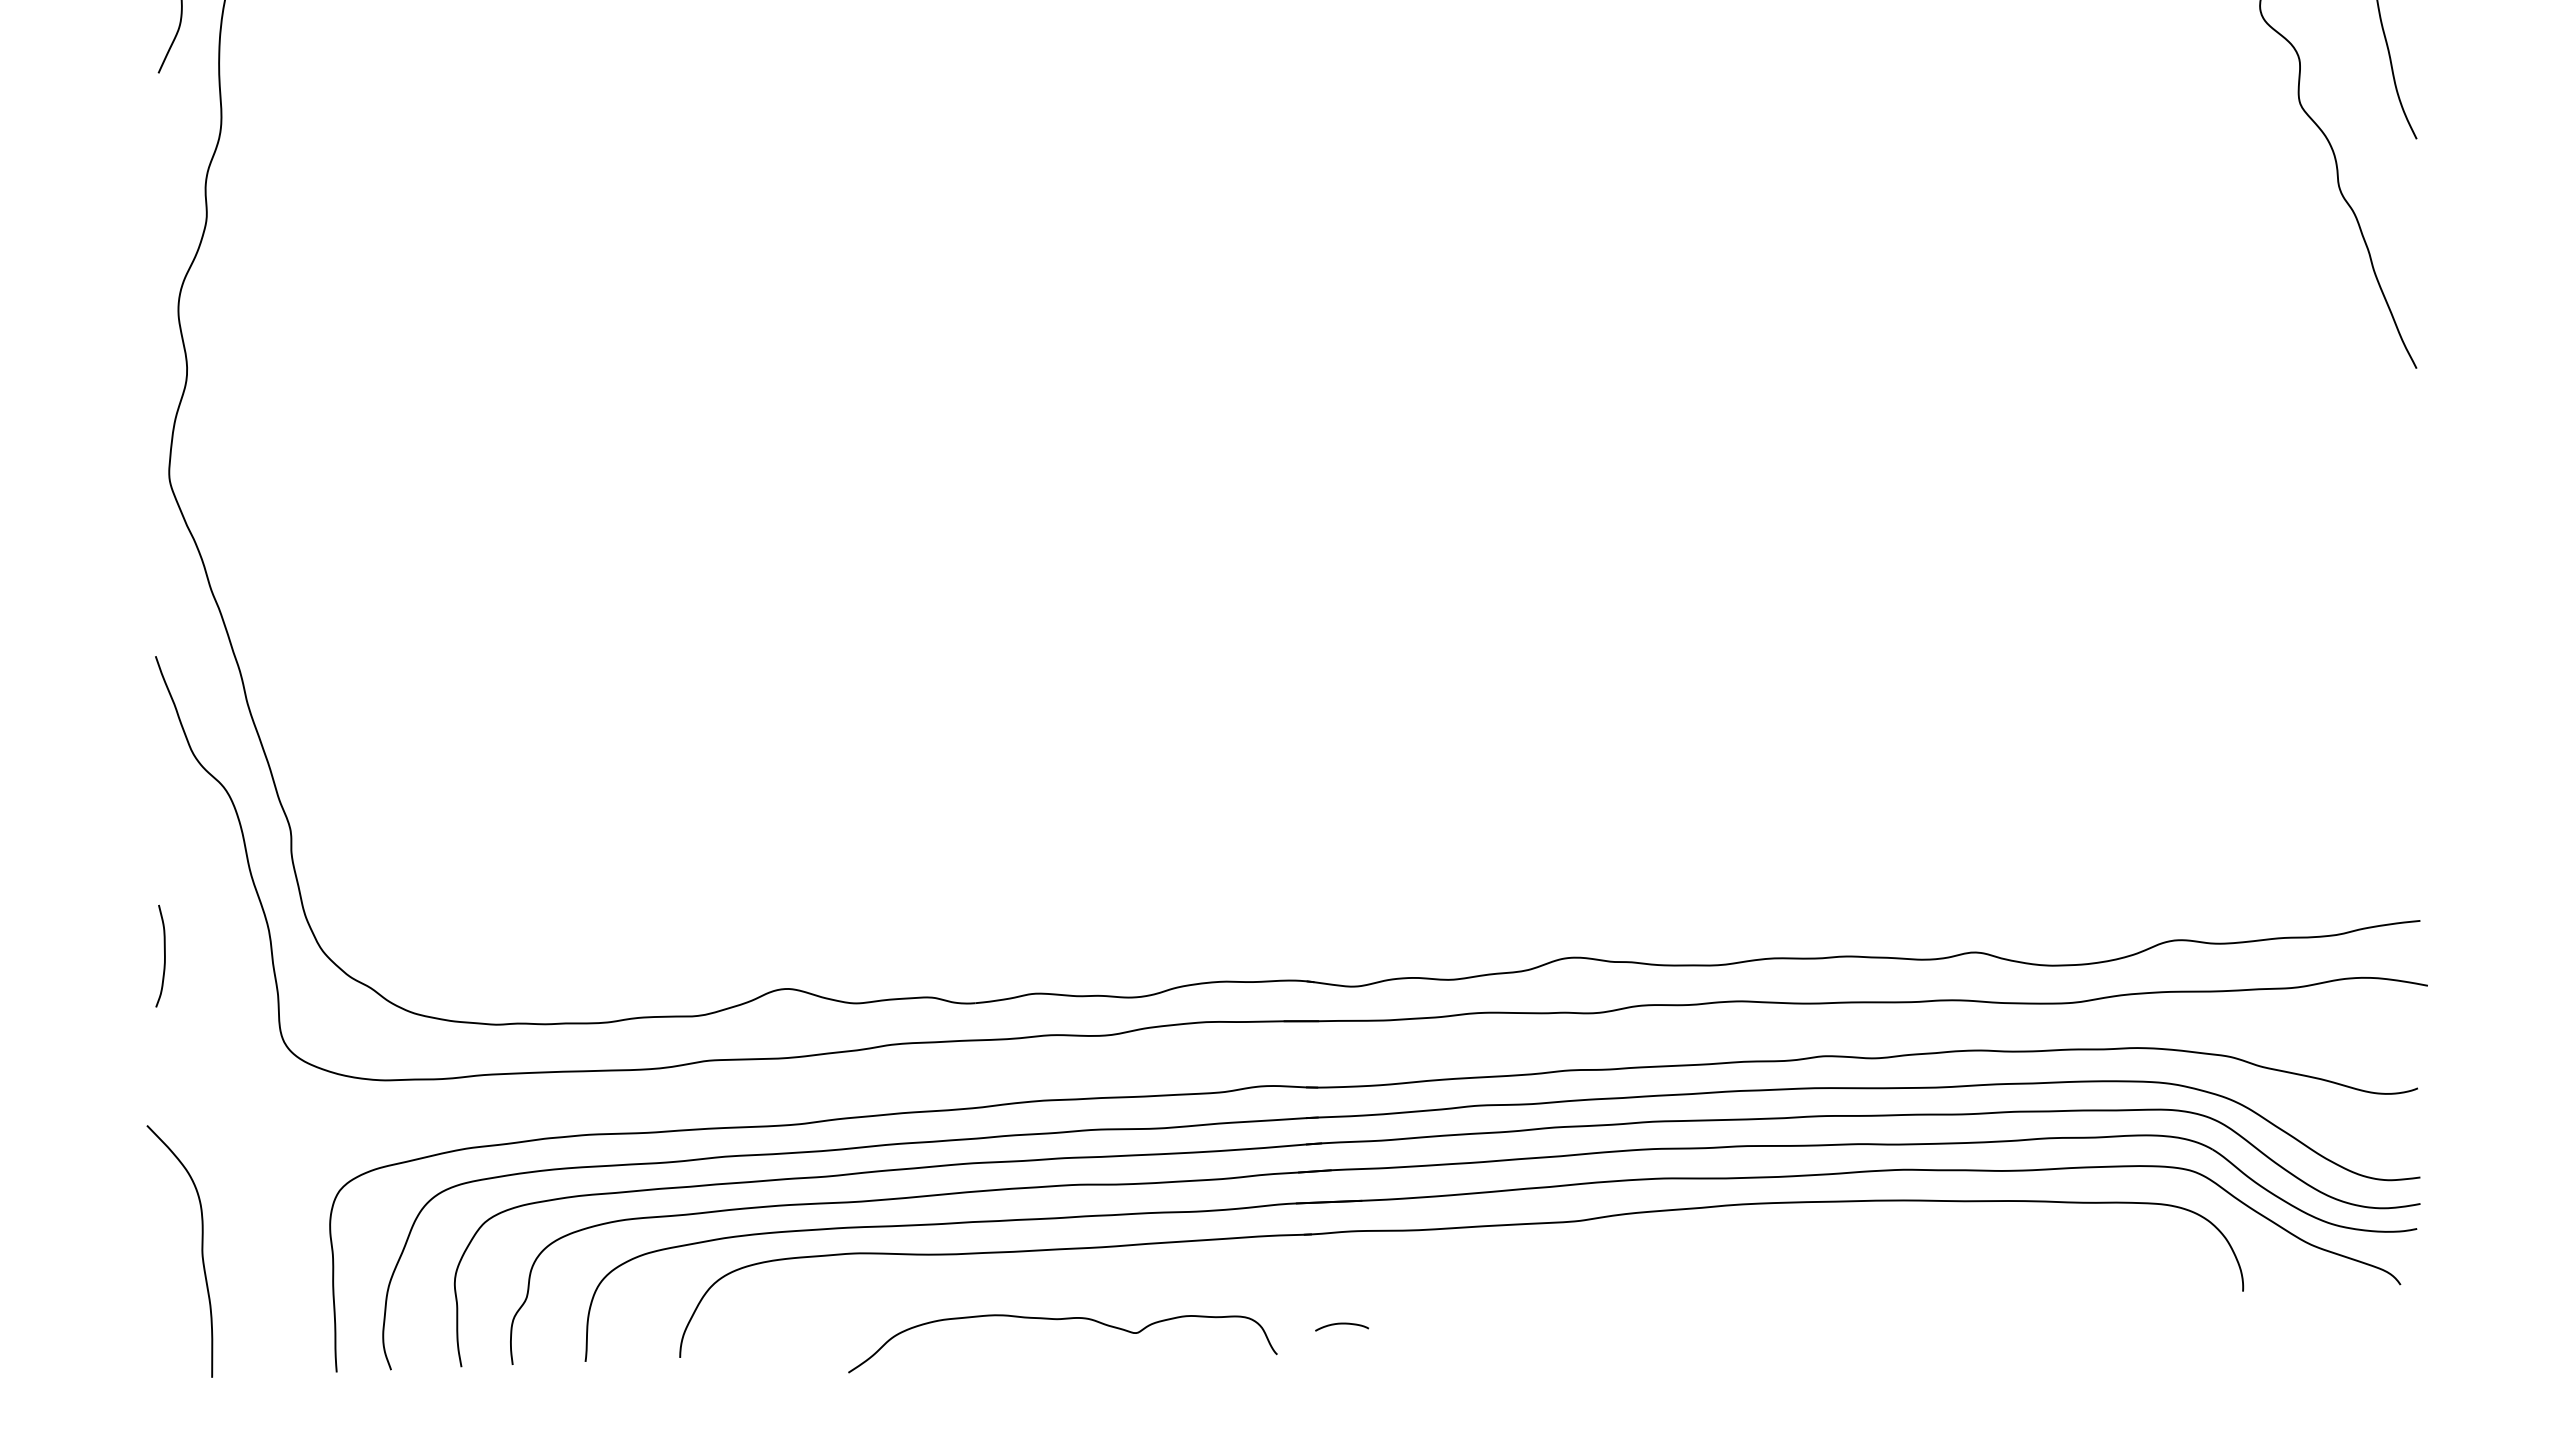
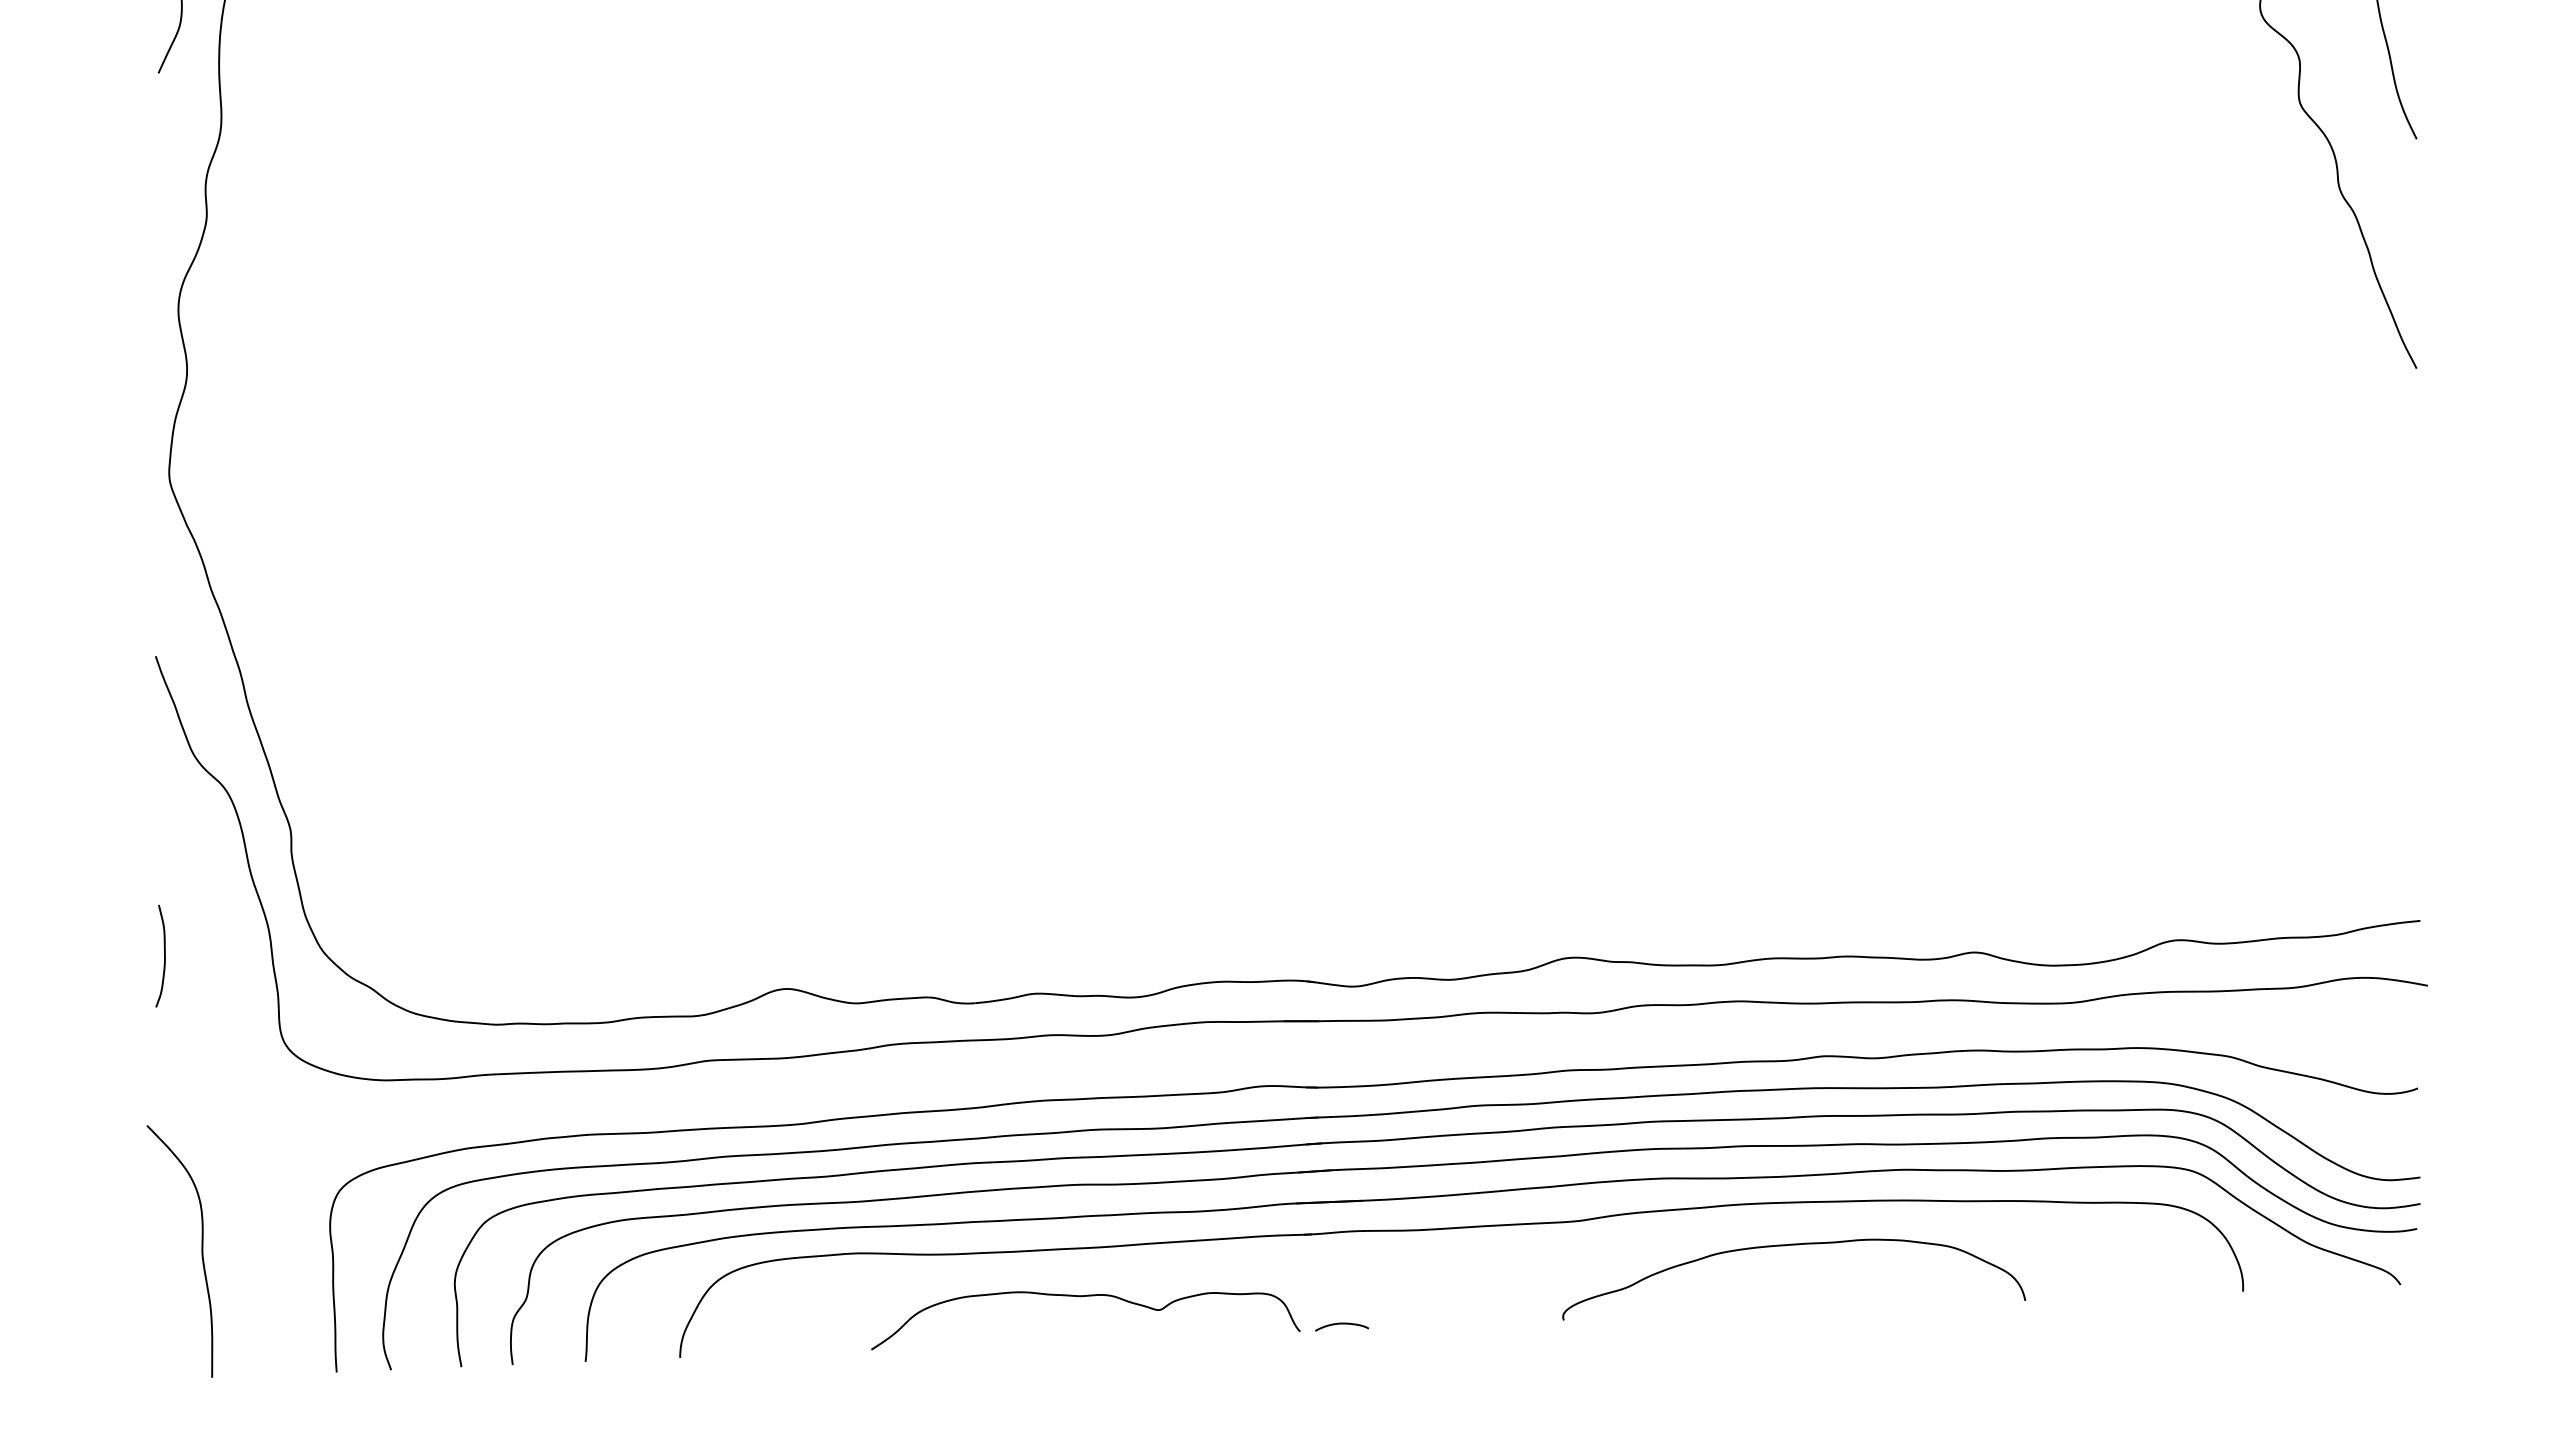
curve at (1794, 1245): none -> present
curve at (1057, 1320) position: (1057, 1320) -> (1080, 1297)
